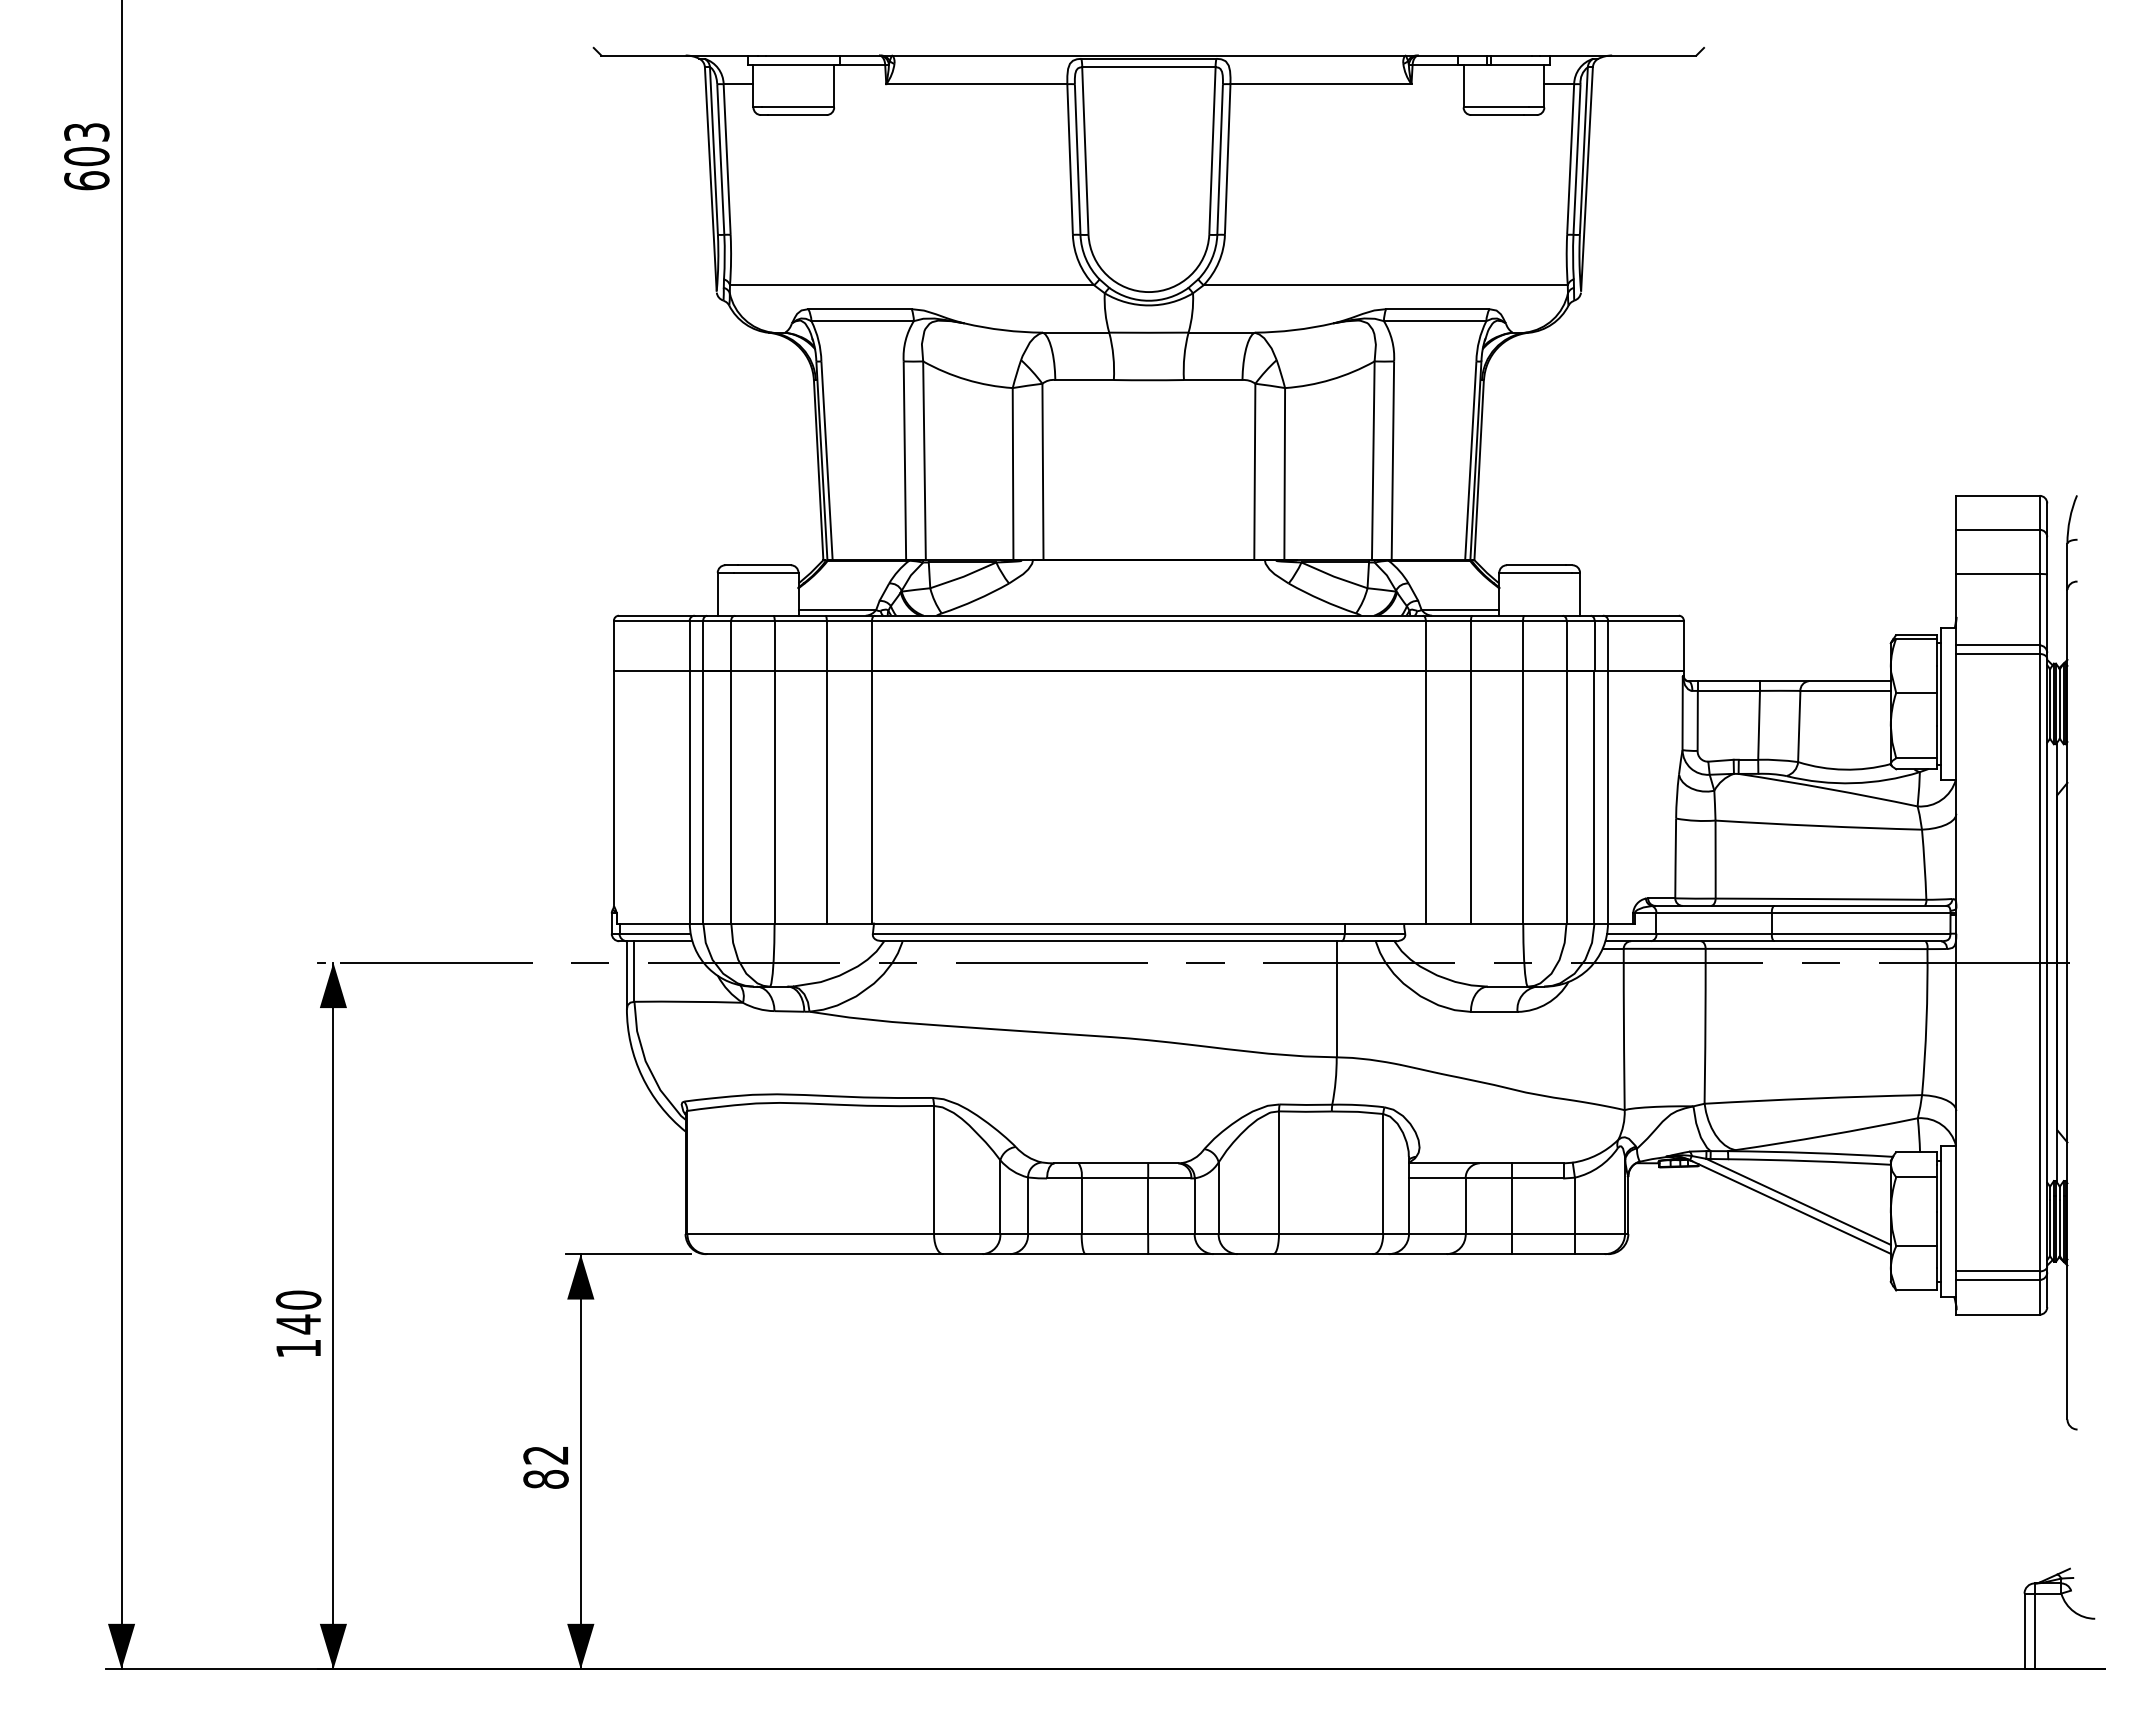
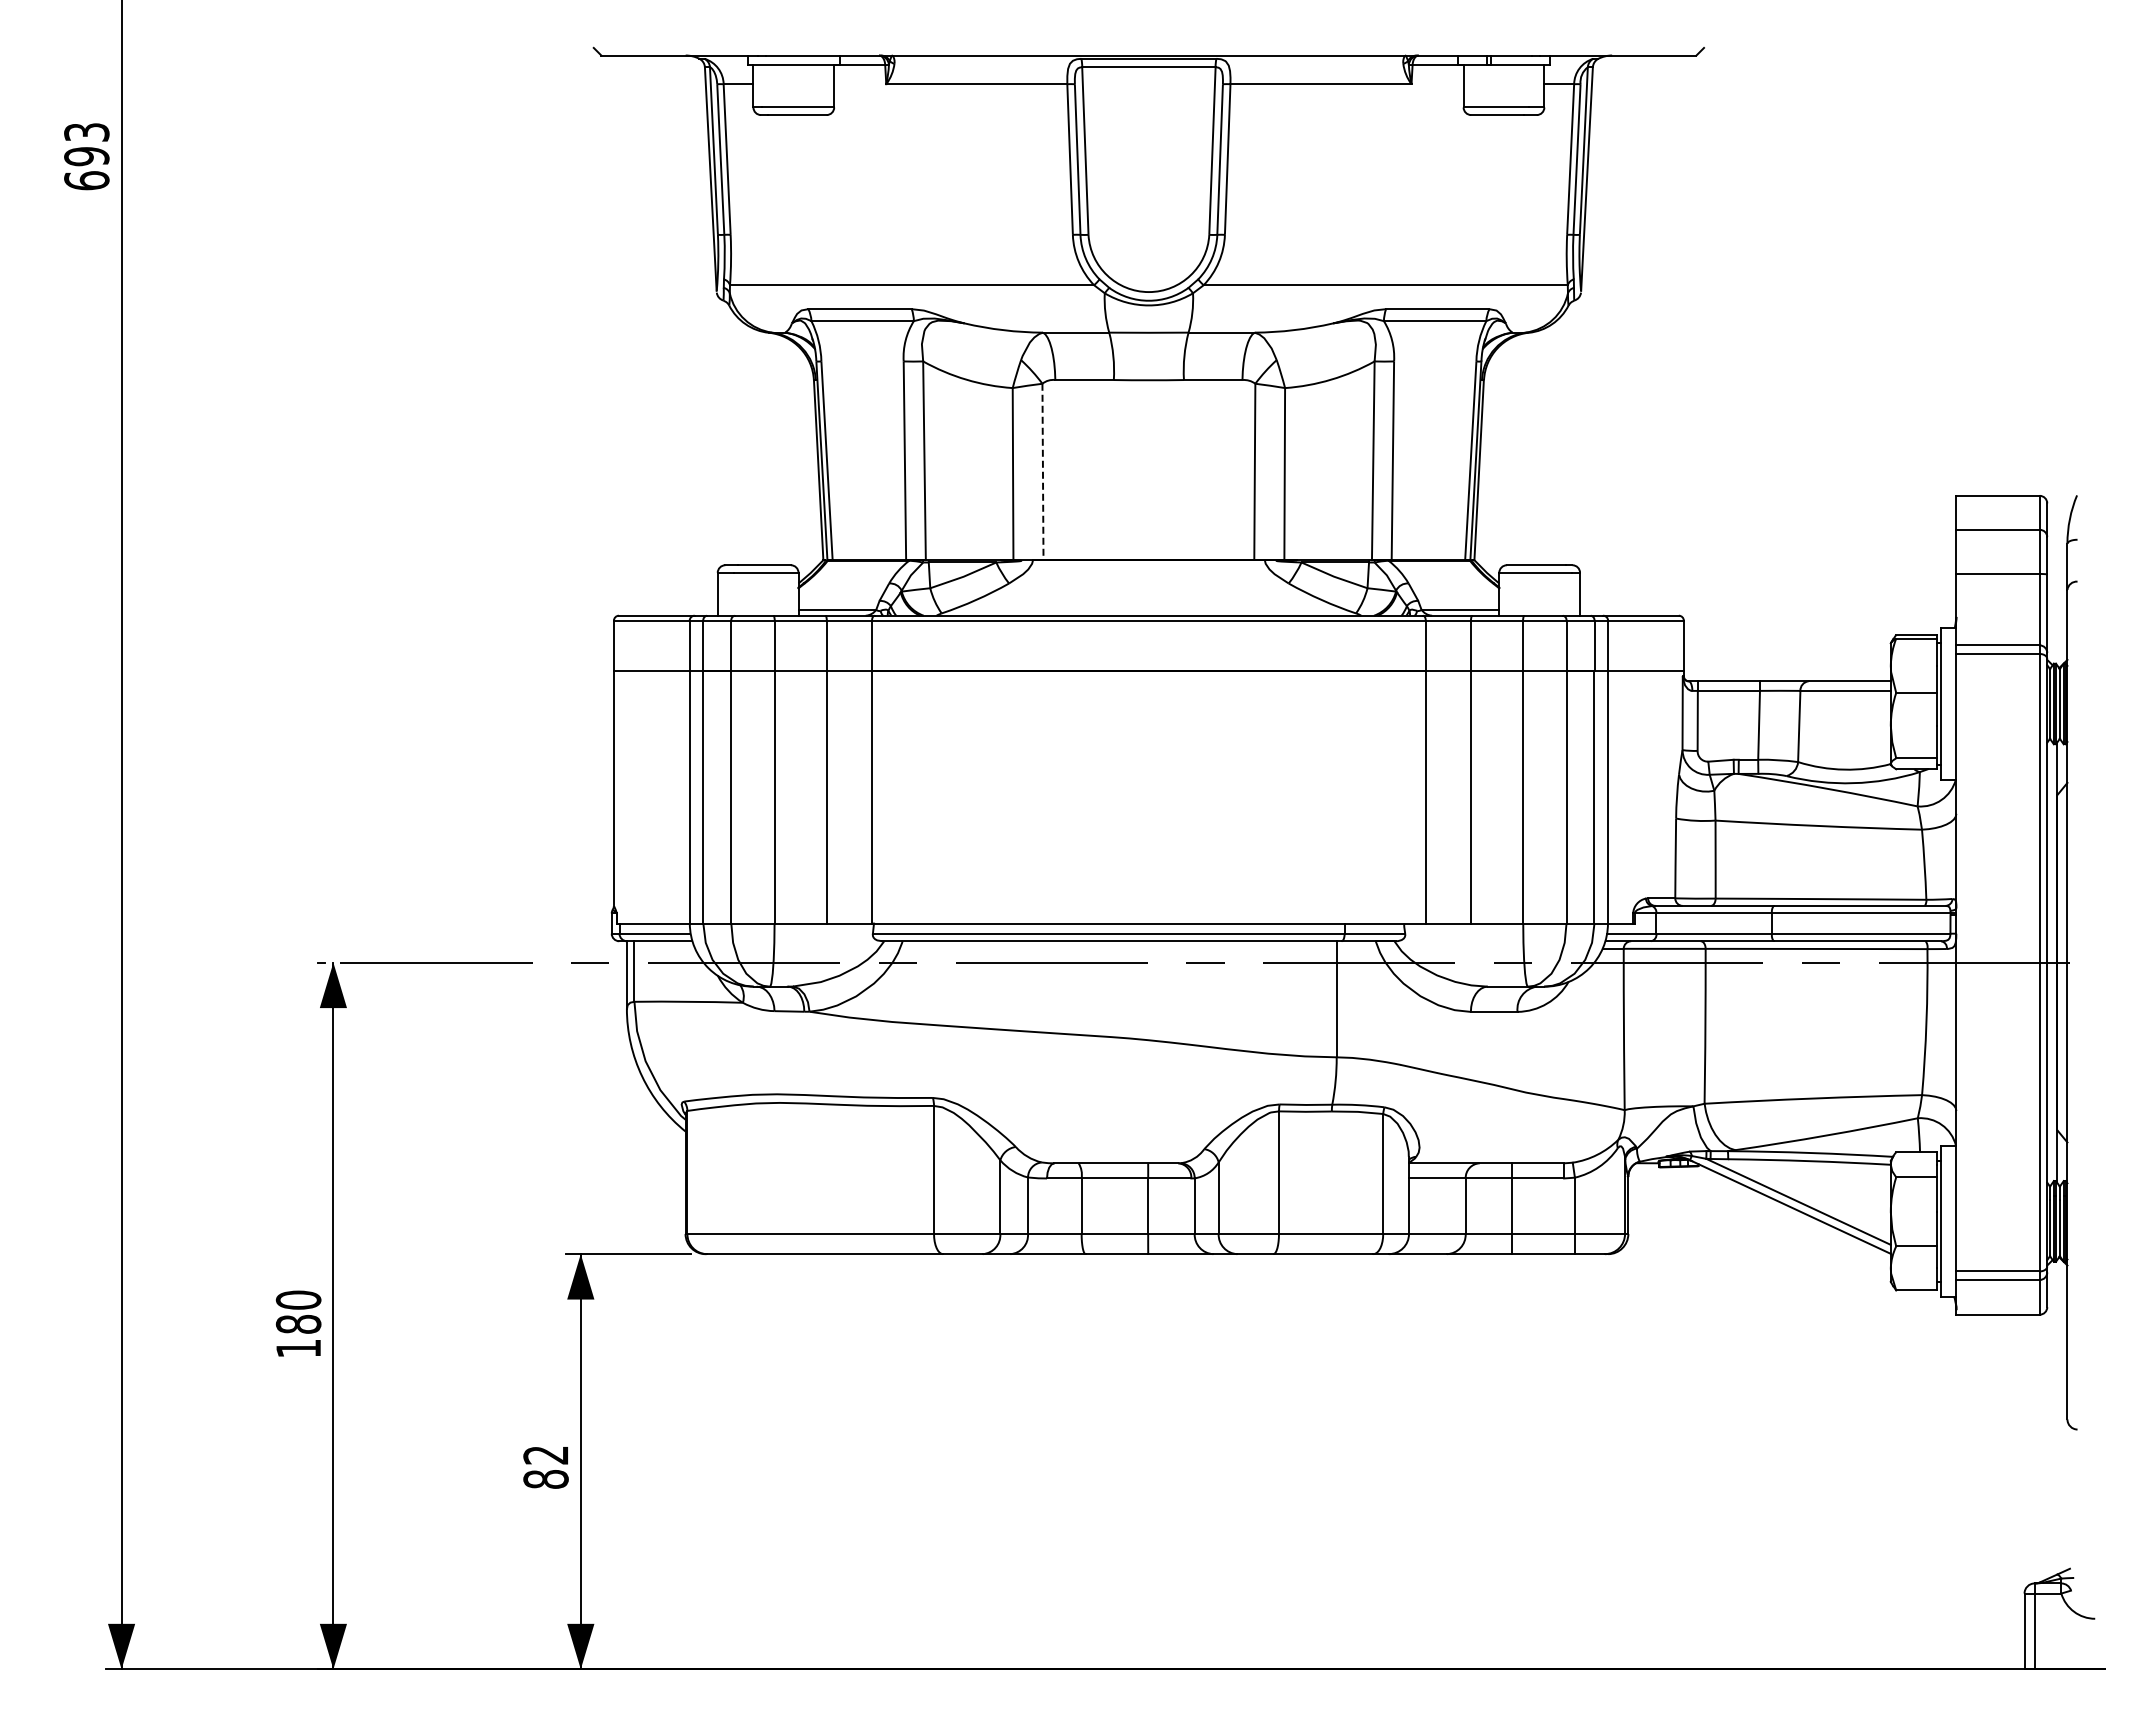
text at (86, 156): 603 -> 693
line at (1042, 473): solid -> dashed
text at (298, 1324): 140 -> 180
